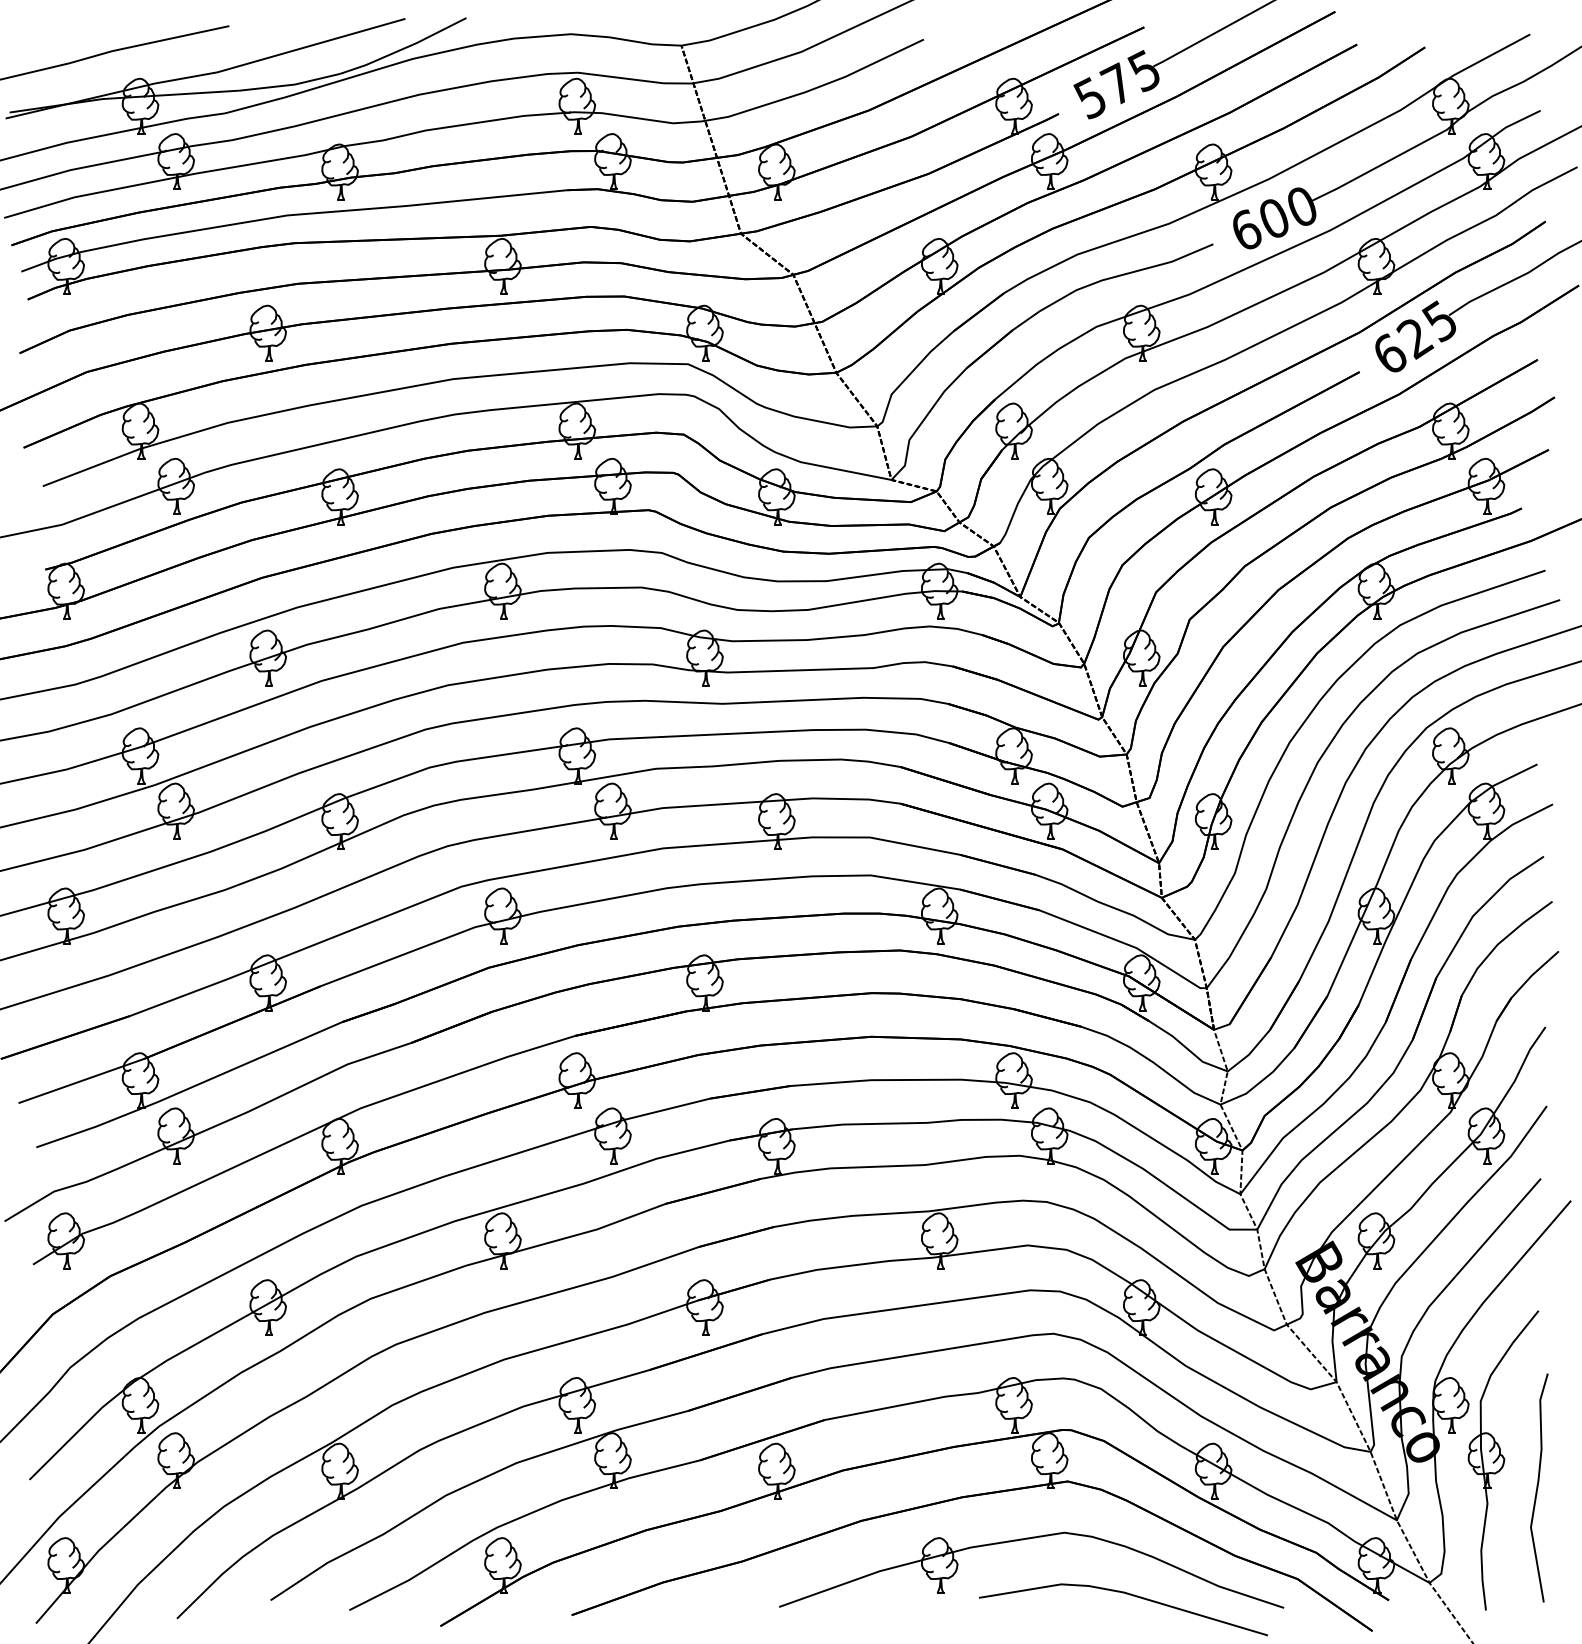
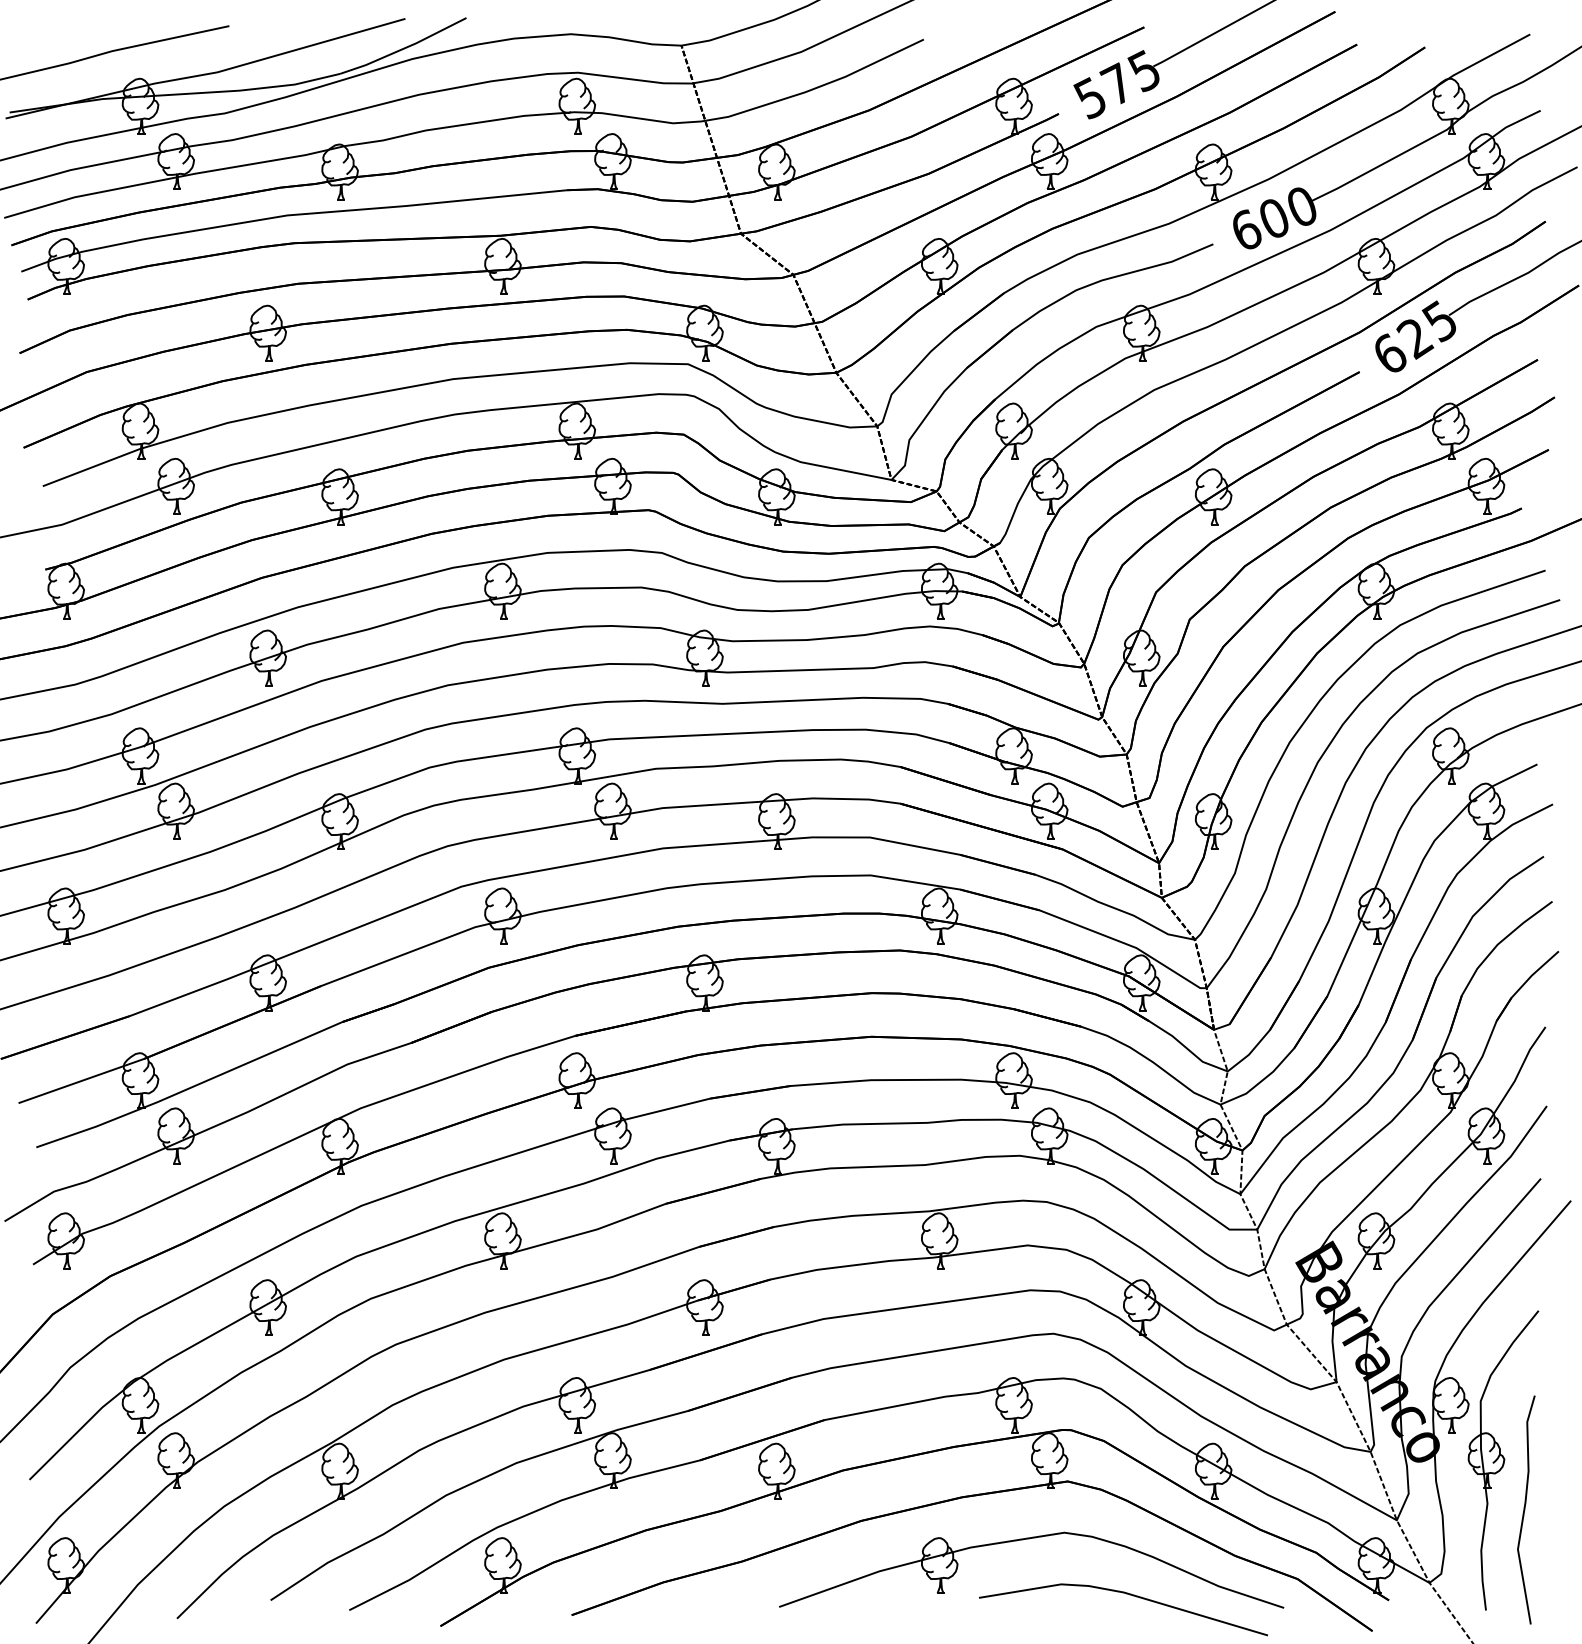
curve at (1538, 1487) position: (1538, 1487) -> (1525, 1509)
